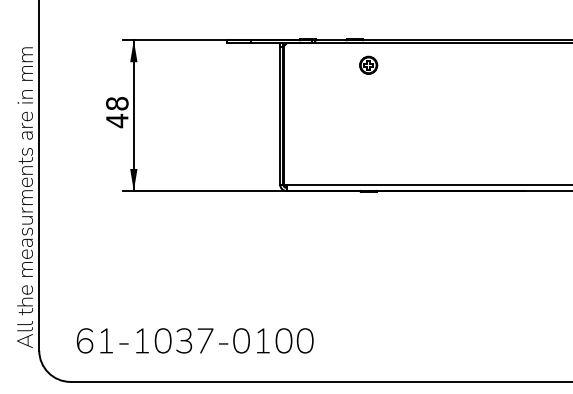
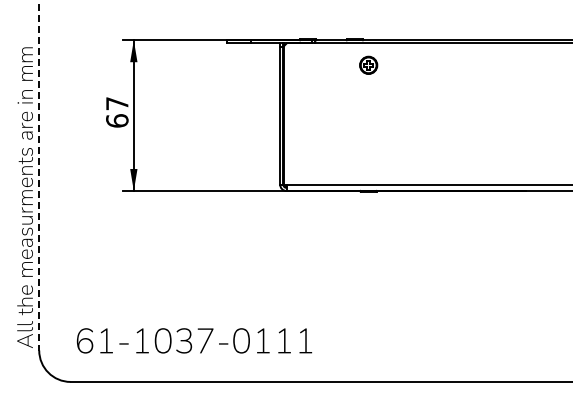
text at (117, 112): 48 -> 67
line at (39, 175): solid -> dashed
text at (294, 340): 61-1037-0100 -> 61-1037-0111
